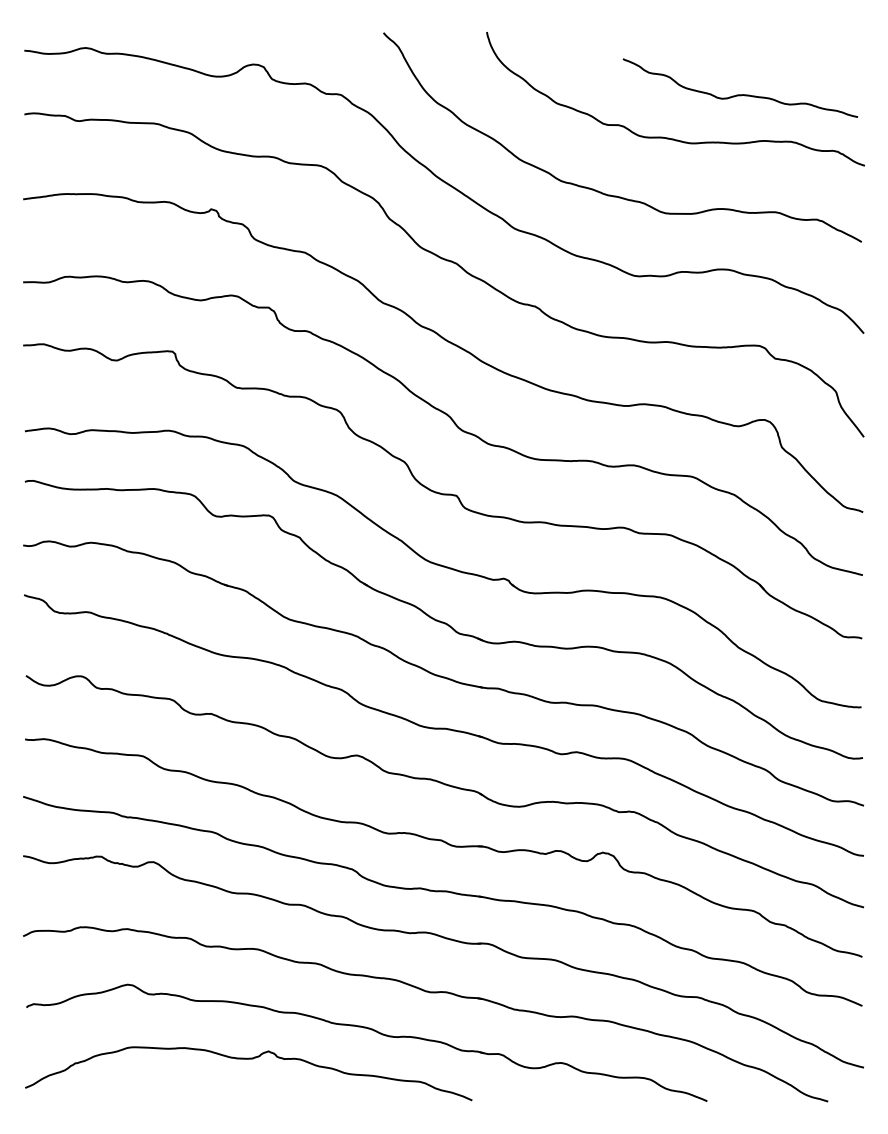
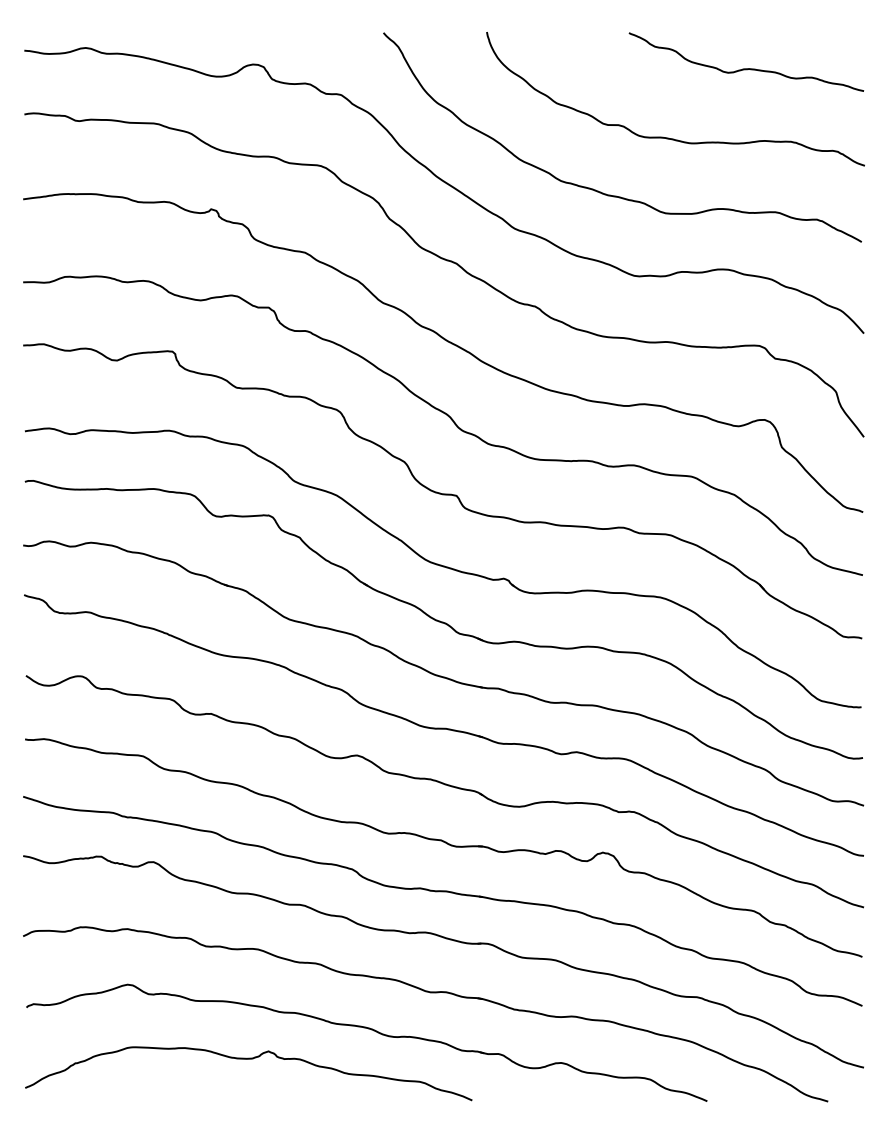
curve at (740, 94) position: (740, 94) -> (746, 68)
